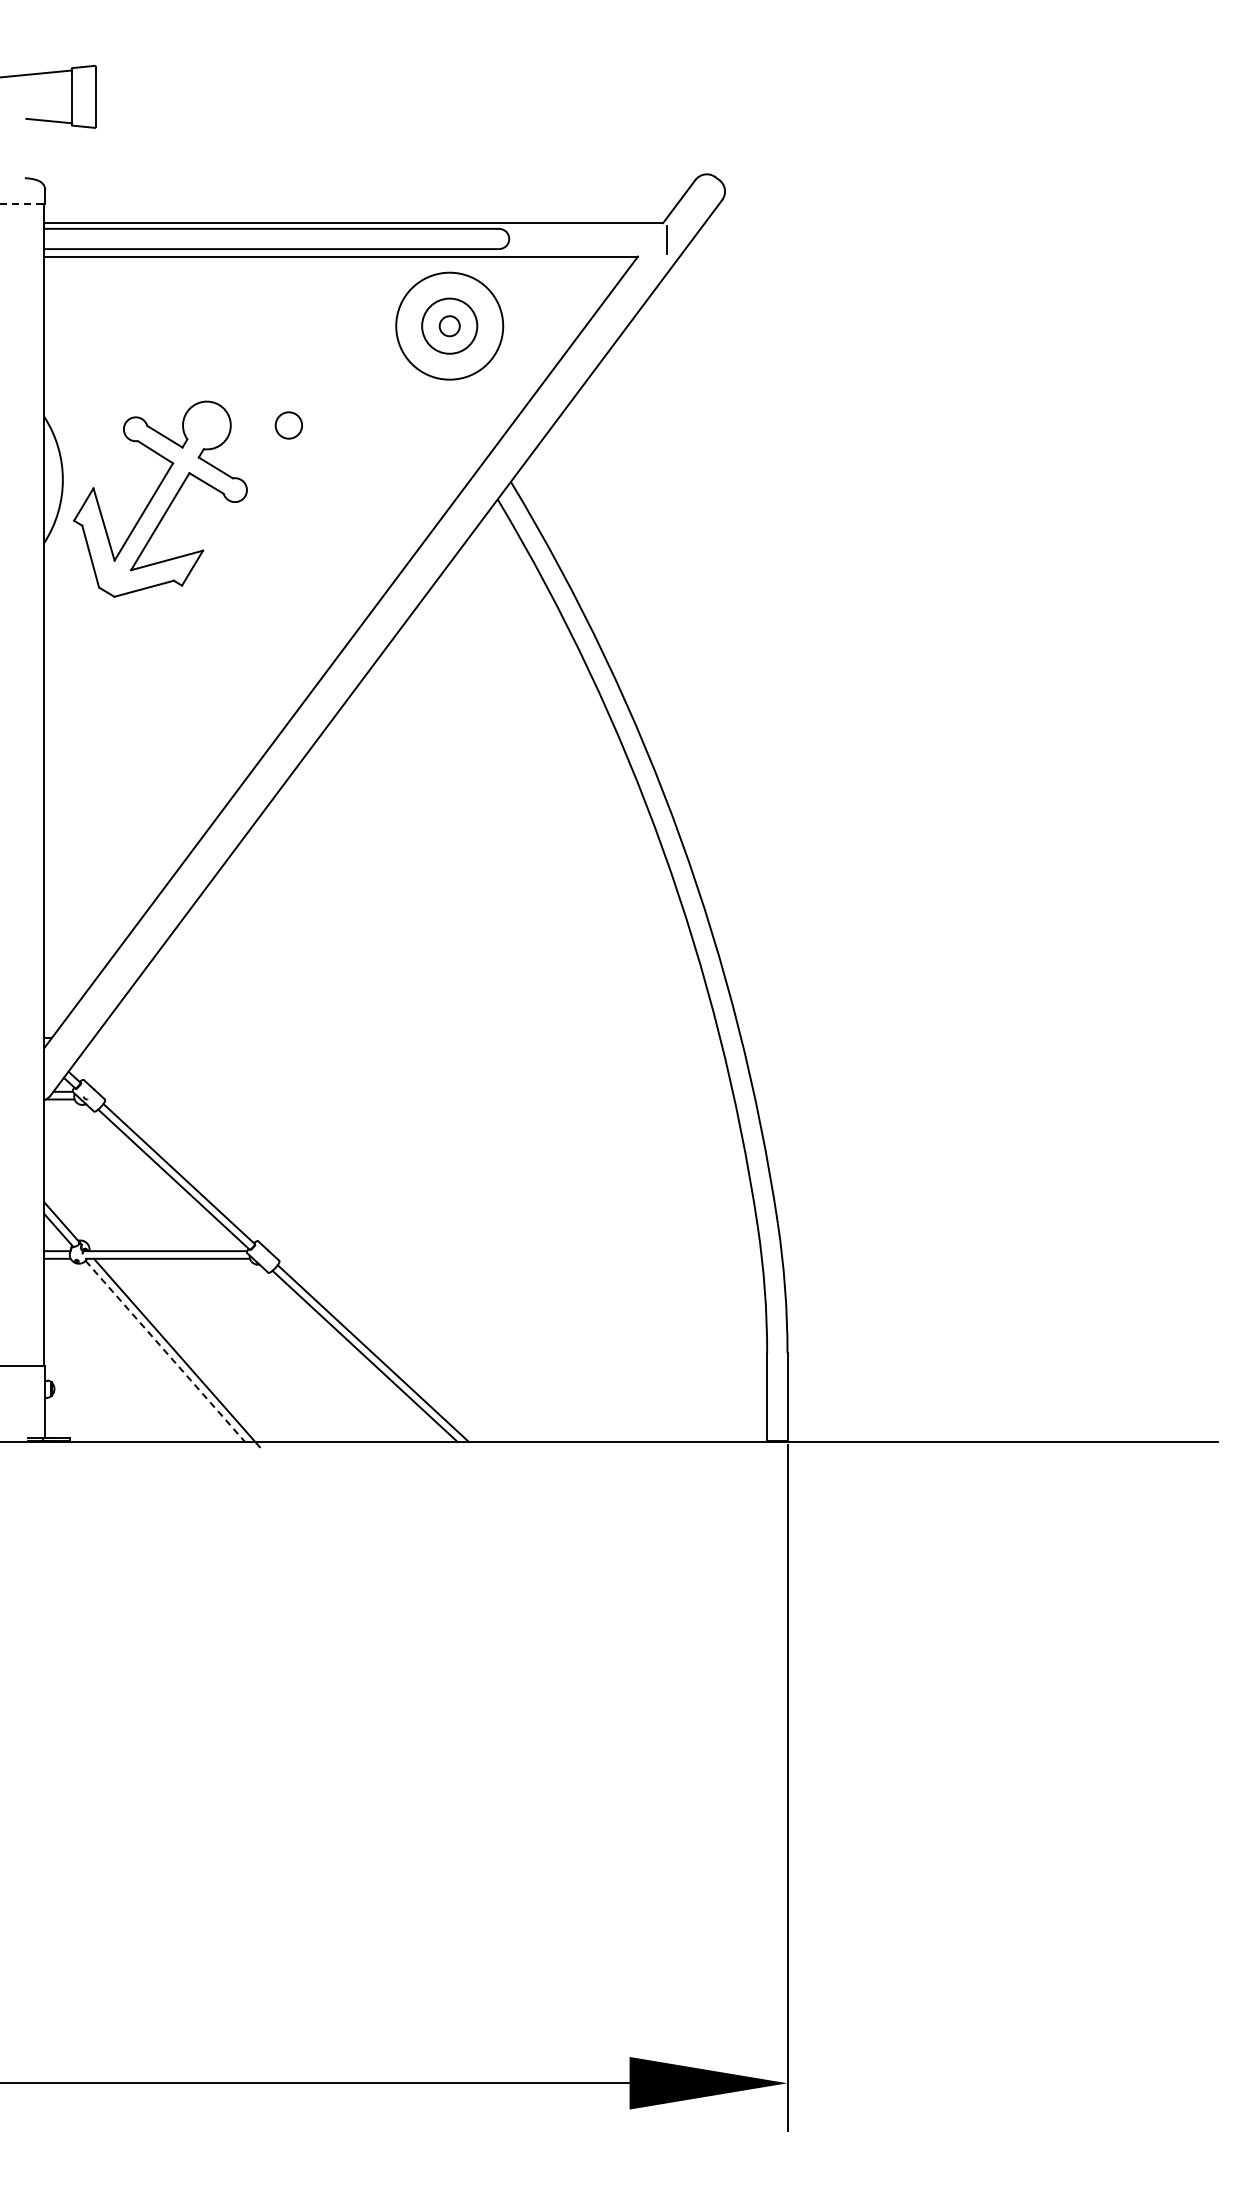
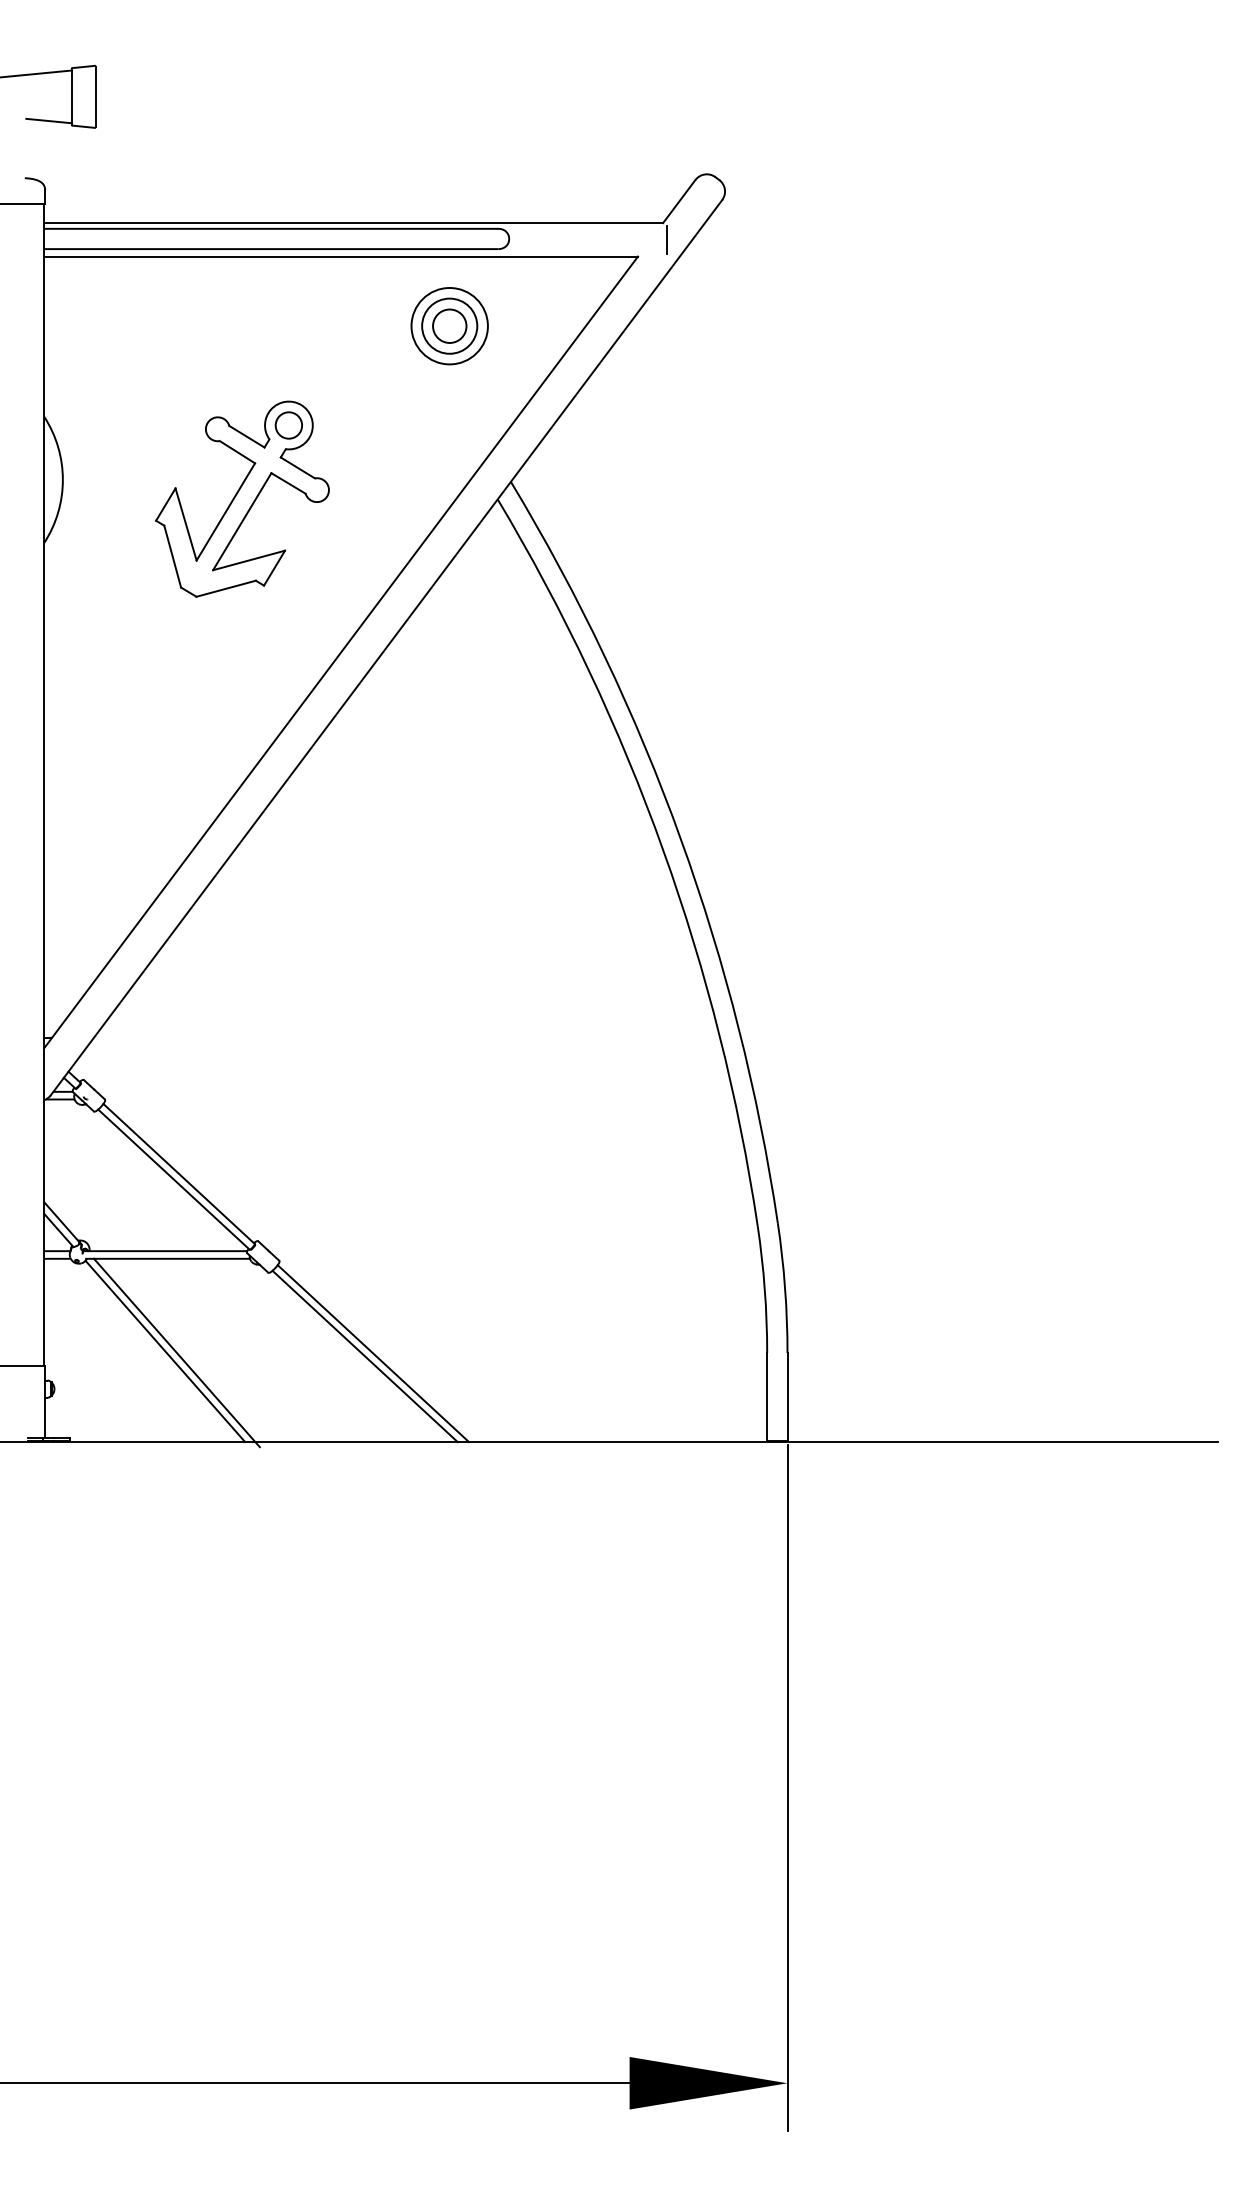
line at (20, 204): dashed -> solid
circle at (449, 325) diameter: 107 px -> 76 px
circle at (449, 326) diameter: 20 px -> 33 px
part at (160, 498) position: (160, 498) -> (242, 498)
line at (165, 1351): dashed -> solid
